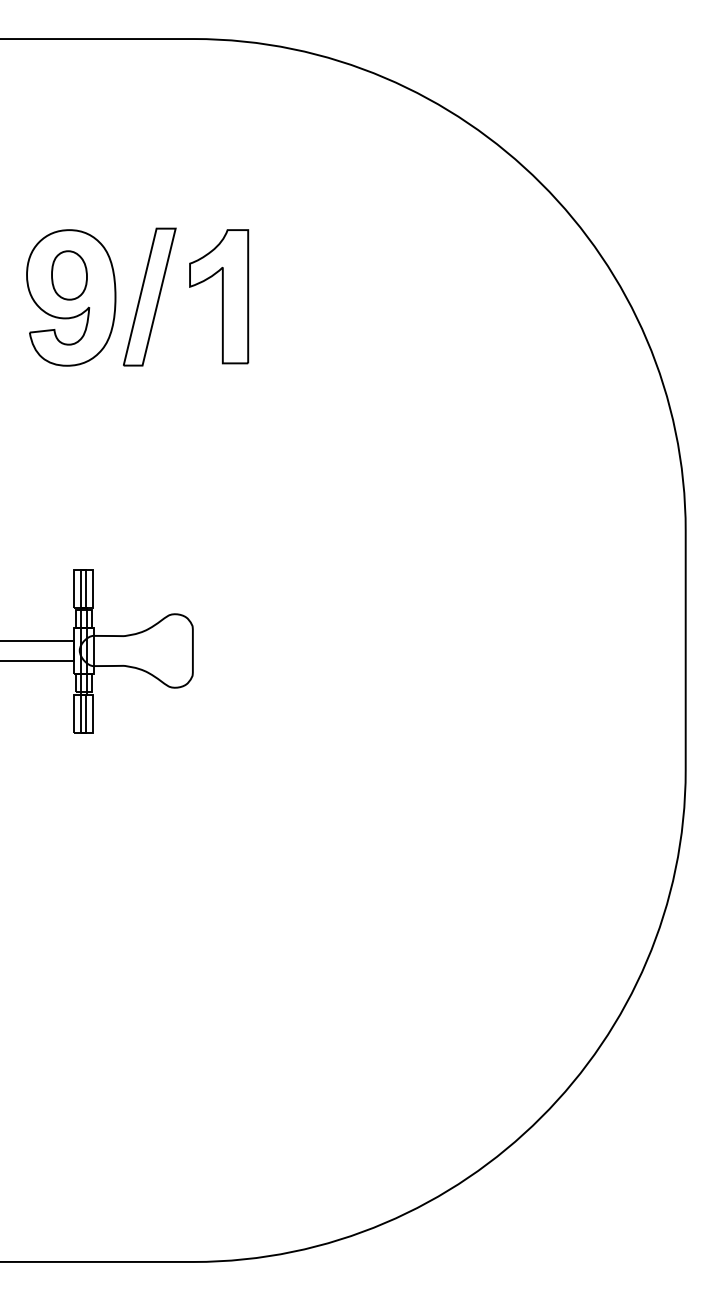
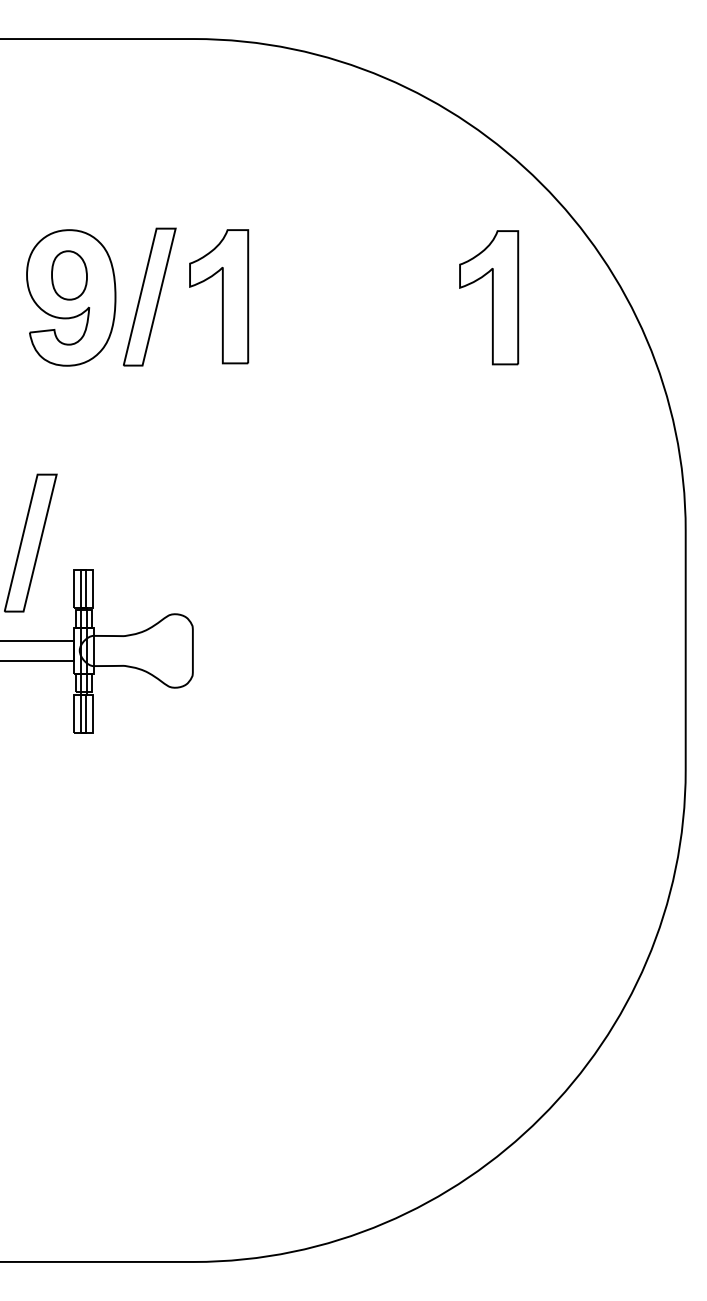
part at (489, 297): none -> present
part at (30, 542): none -> present
